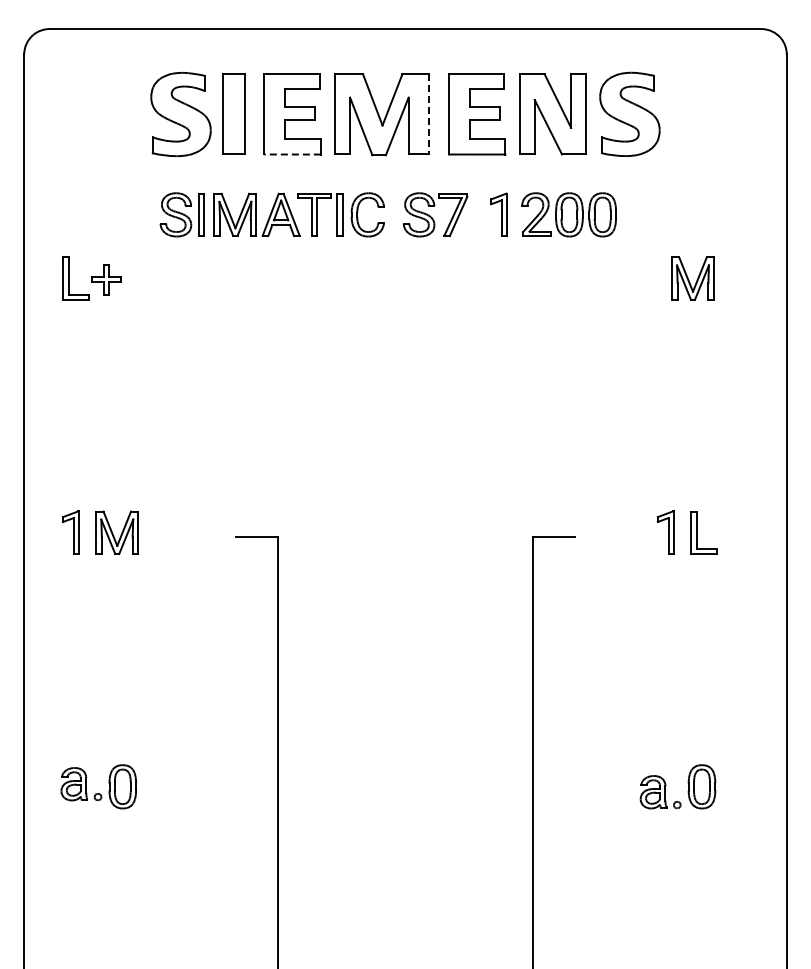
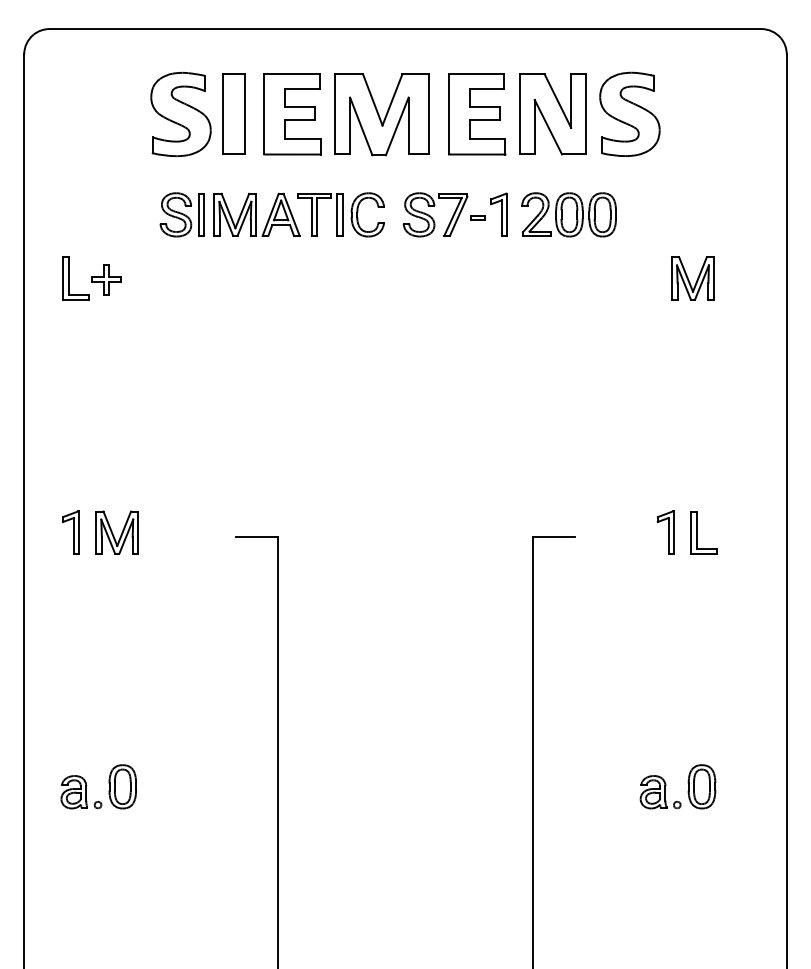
line at (429, 114): dashed -> solid
line at (292, 154): dashed -> solid
part at (477, 217): none -> present
part at (81, 784) position: (81, 784) -> (81, 792)
